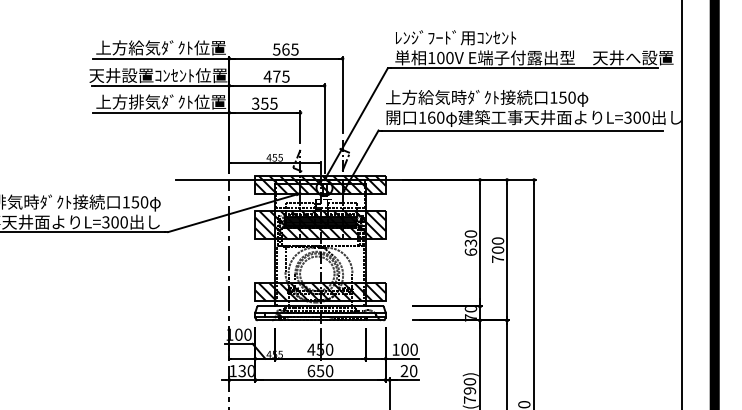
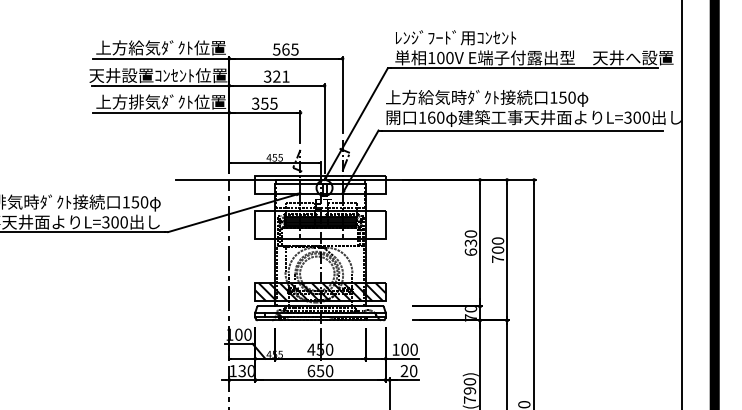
text at (276, 76): 475 -> 321
hatch at (320, 184): present -> none
hatch at (320, 225): present -> none
